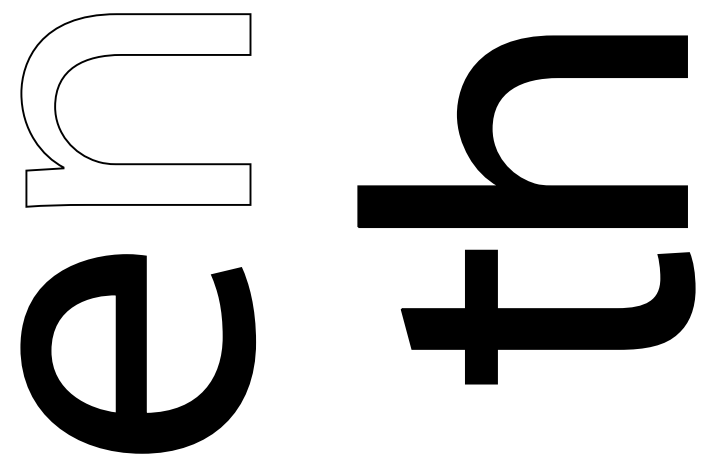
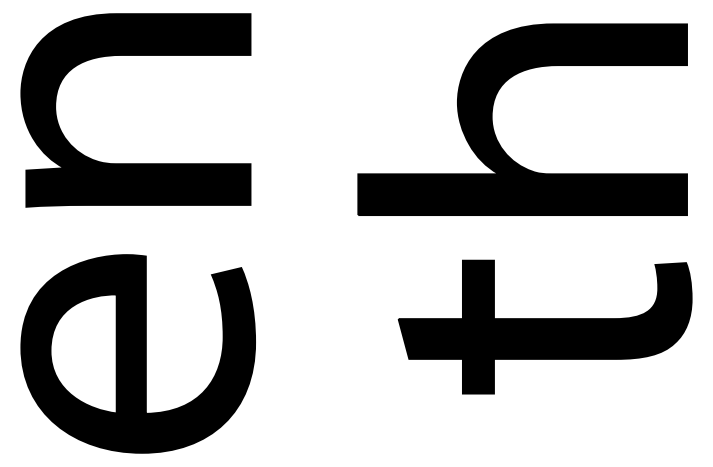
fill at (135, 110): none -> present
part at (493, 136) position: (493, 136) -> (493, 124)
part at (547, 316) position: (547, 316) -> (544, 326)
